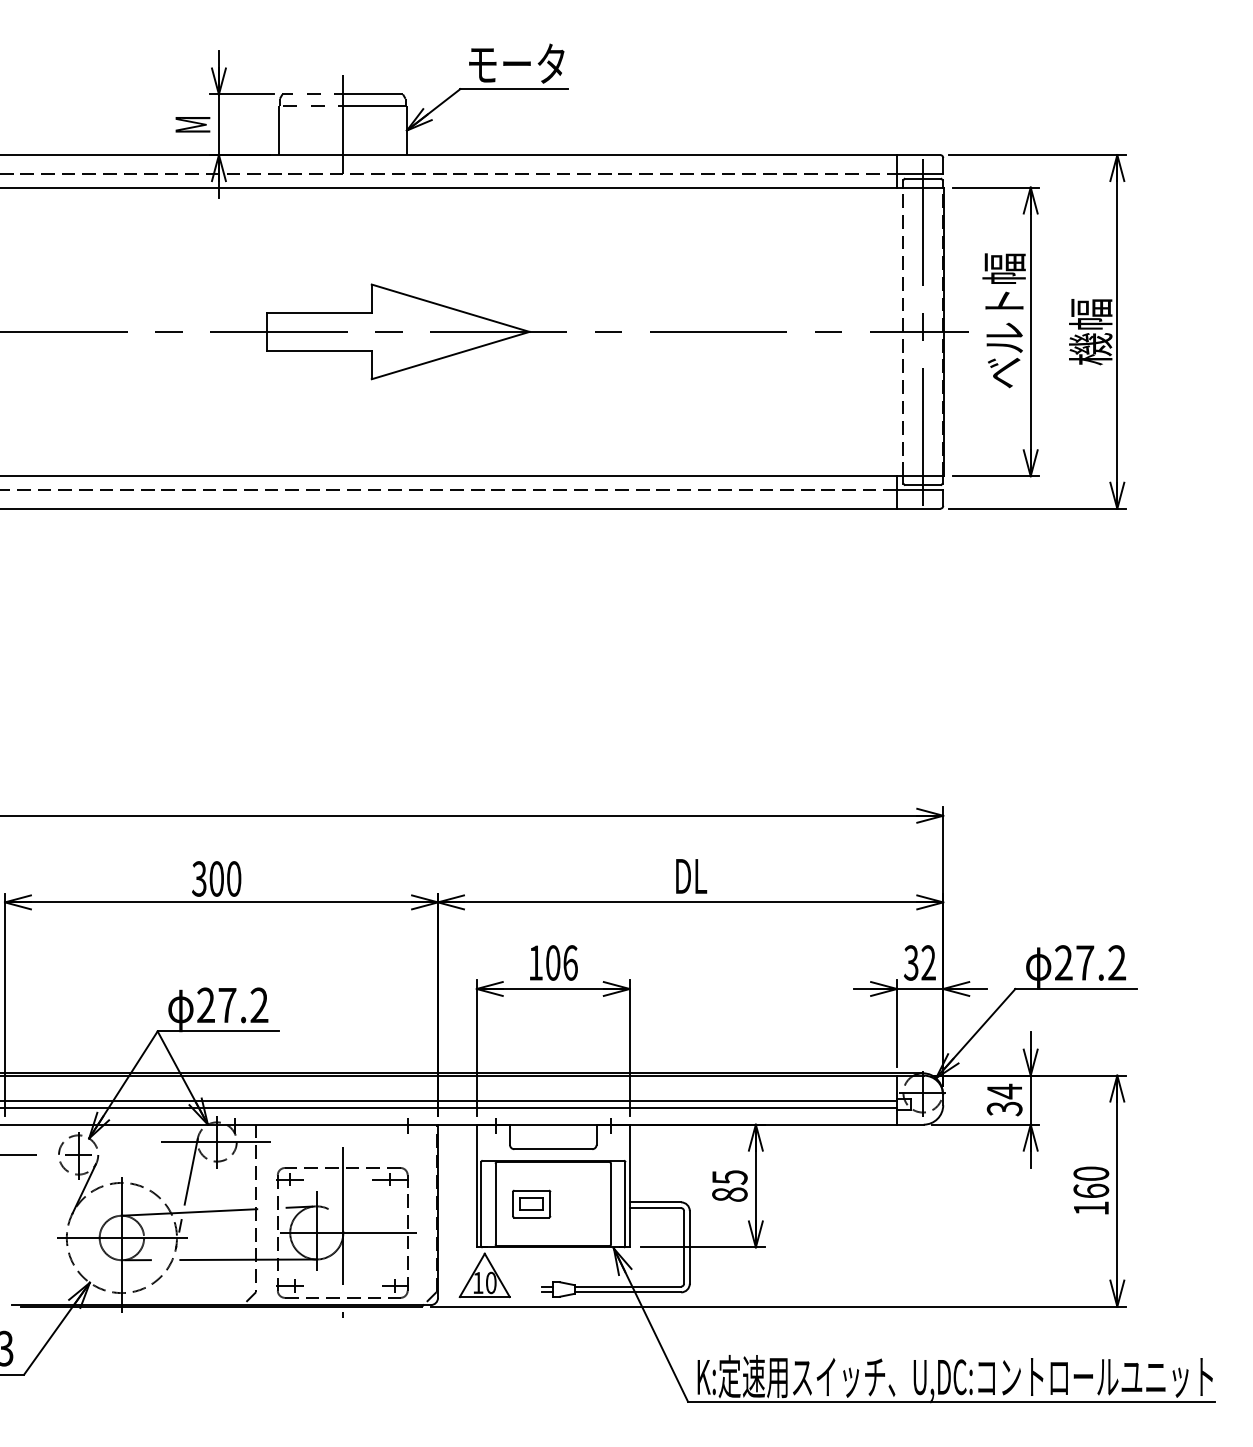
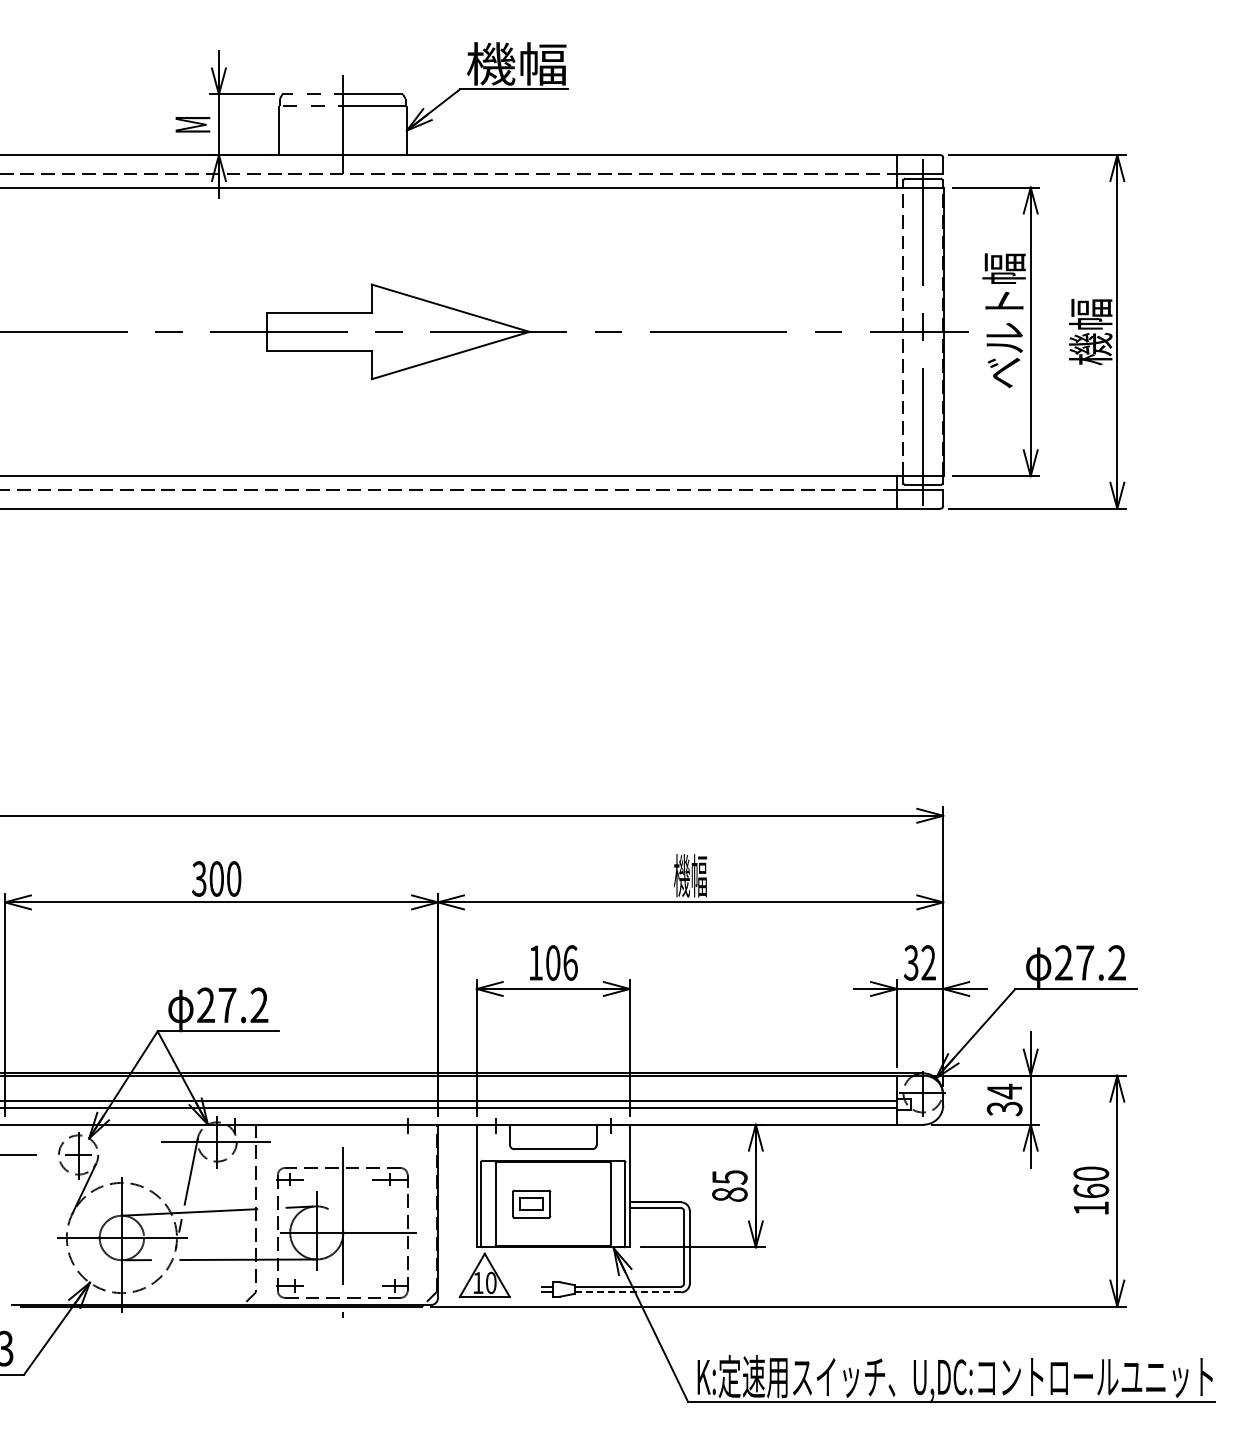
text at (516, 63): モータ -> 機幅
text at (690, 875): DL -> 機幅
line at (627, 1292): solid -> dashed
